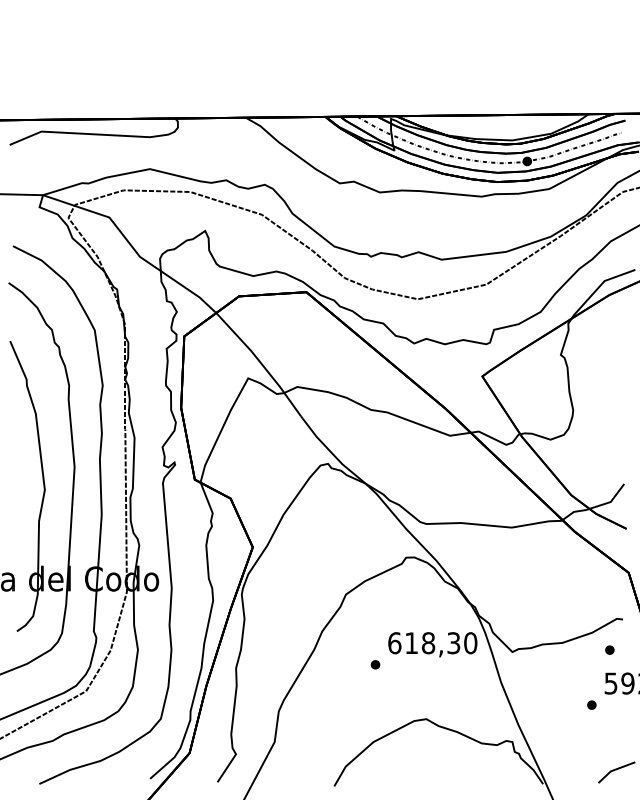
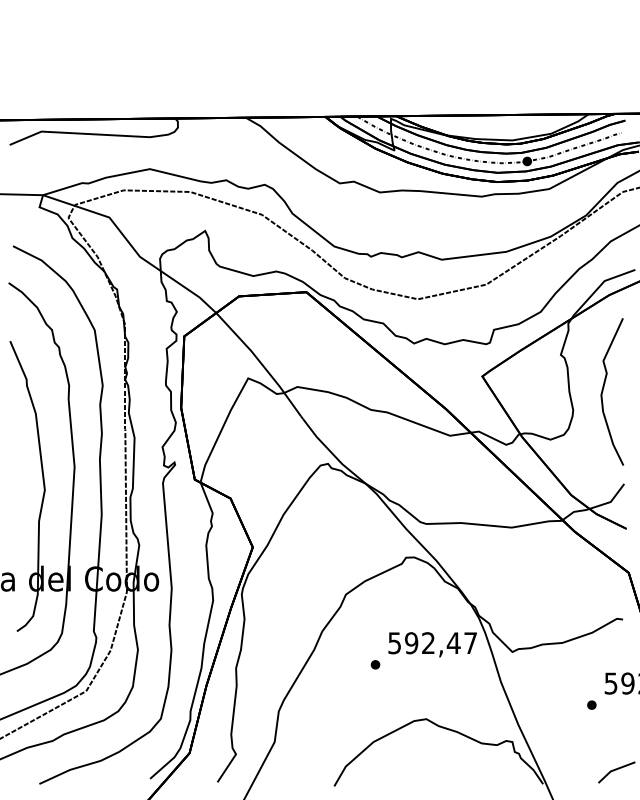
curve at (603, 391): none -> present
text at (432, 643): 618,30 -> 592,47
part at (609, 649): present -> none
